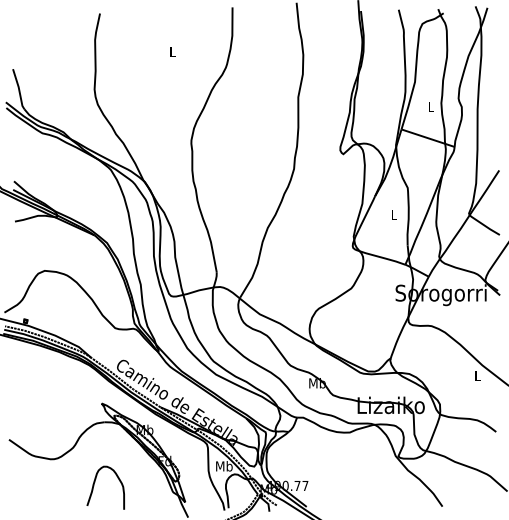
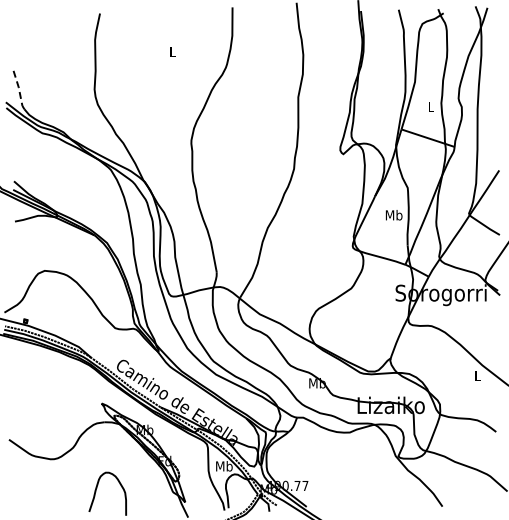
line at (19, 89): solid -> dashed
text at (393, 215): L -> Mb
curve at (94, 486) position: (94, 486) -> (96, 492)
